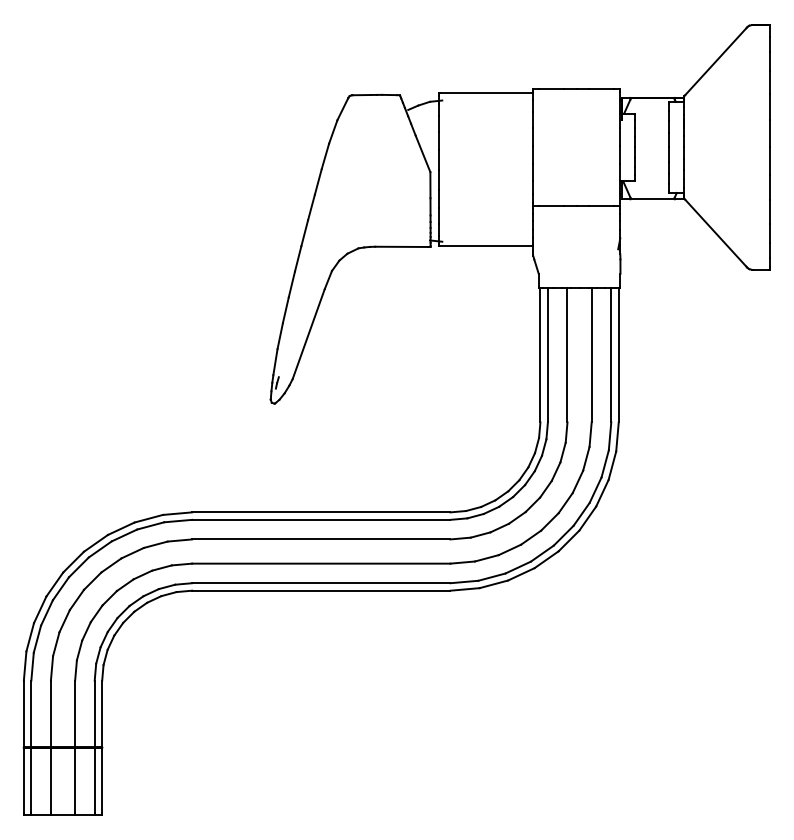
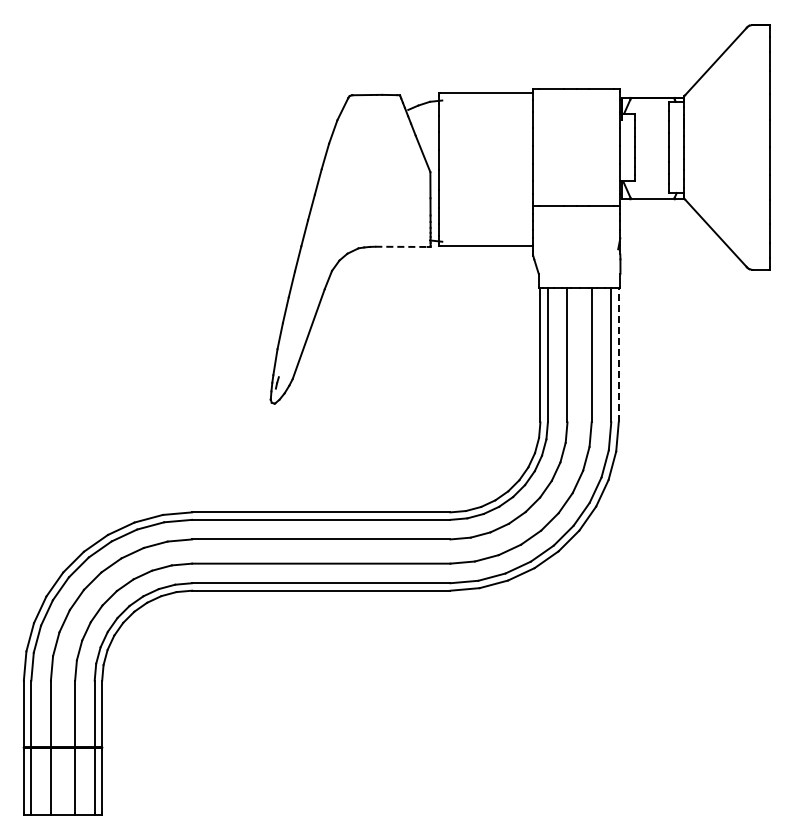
line at (402, 246): solid -> dashed
line at (618, 354): solid -> dashed
